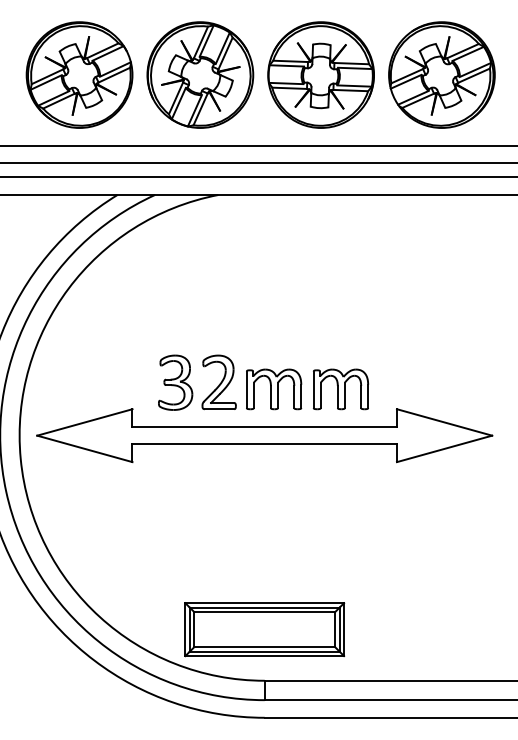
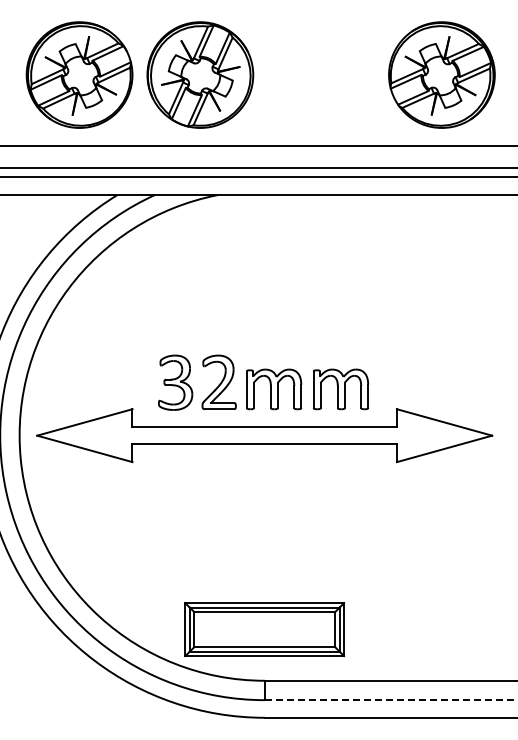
part at (320, 74): present -> none
line at (258, 163) position: (258, 163) -> (258, 168)
line at (391, 700): solid -> dashed
